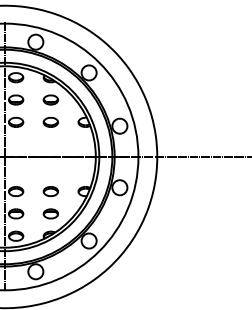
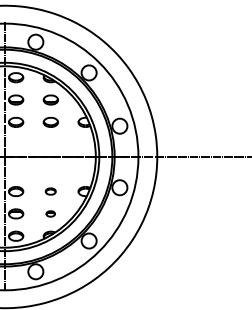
part at (50, 191) size: 17x11 px -> 13x9 px
part at (50, 213) size: 17x12 px -> 11x8 px
